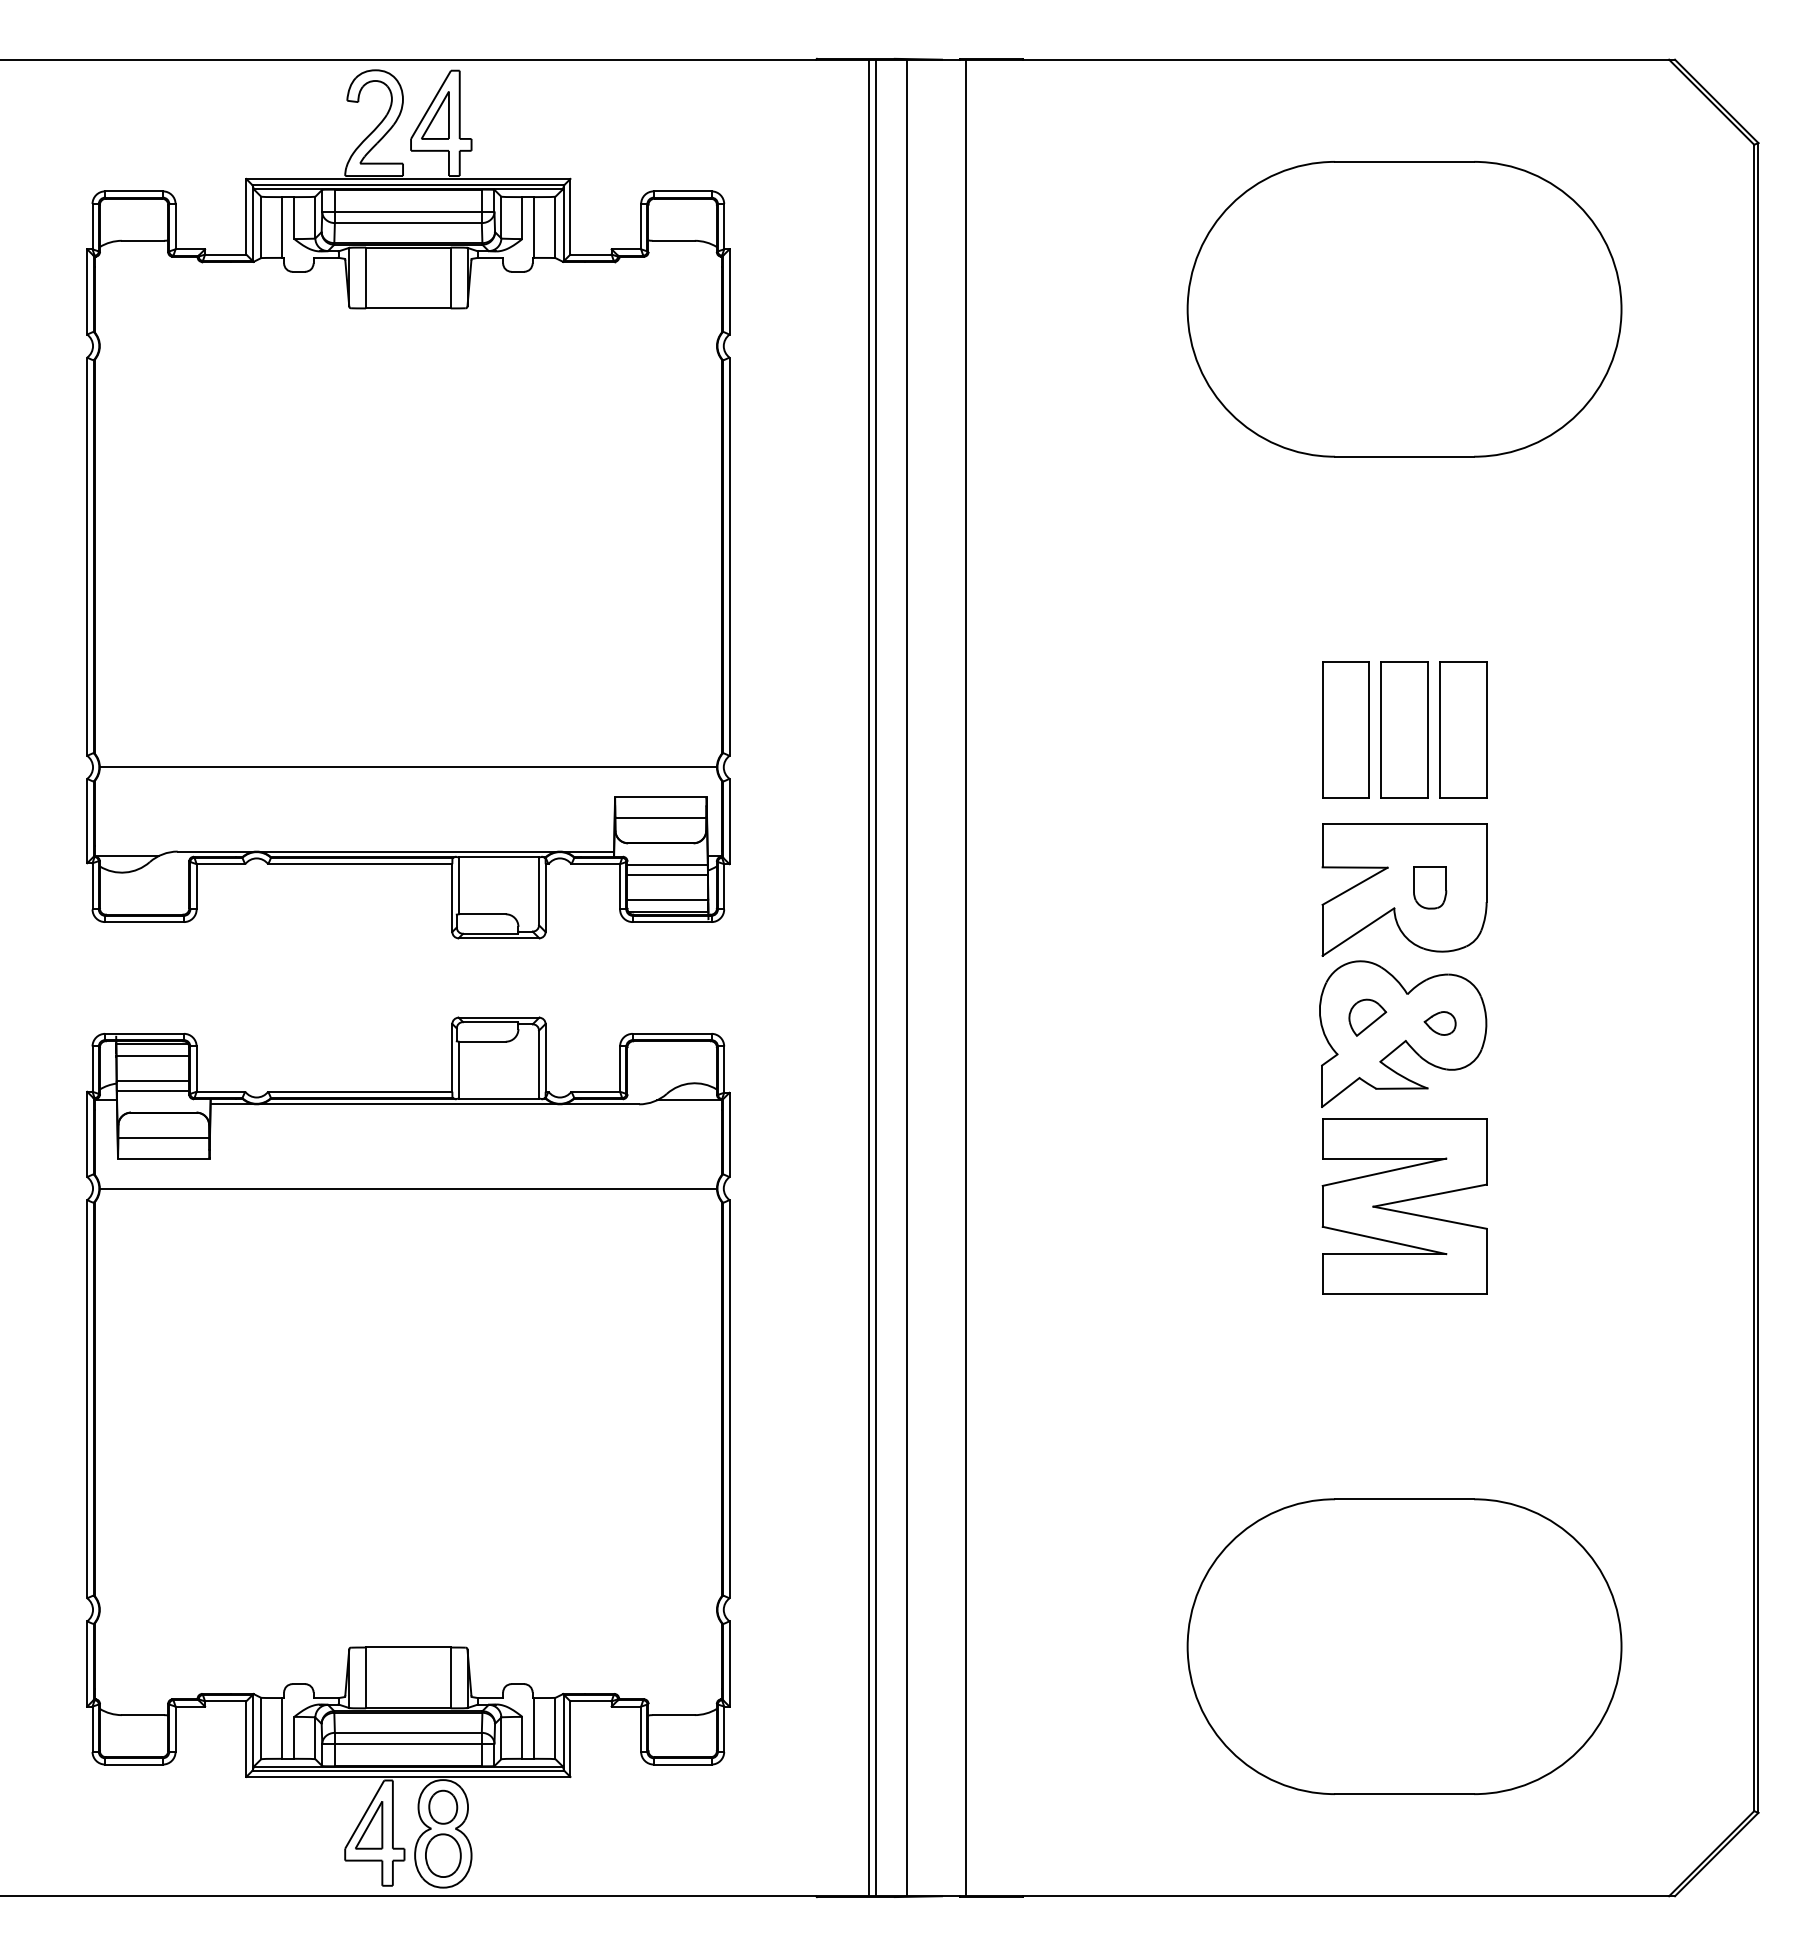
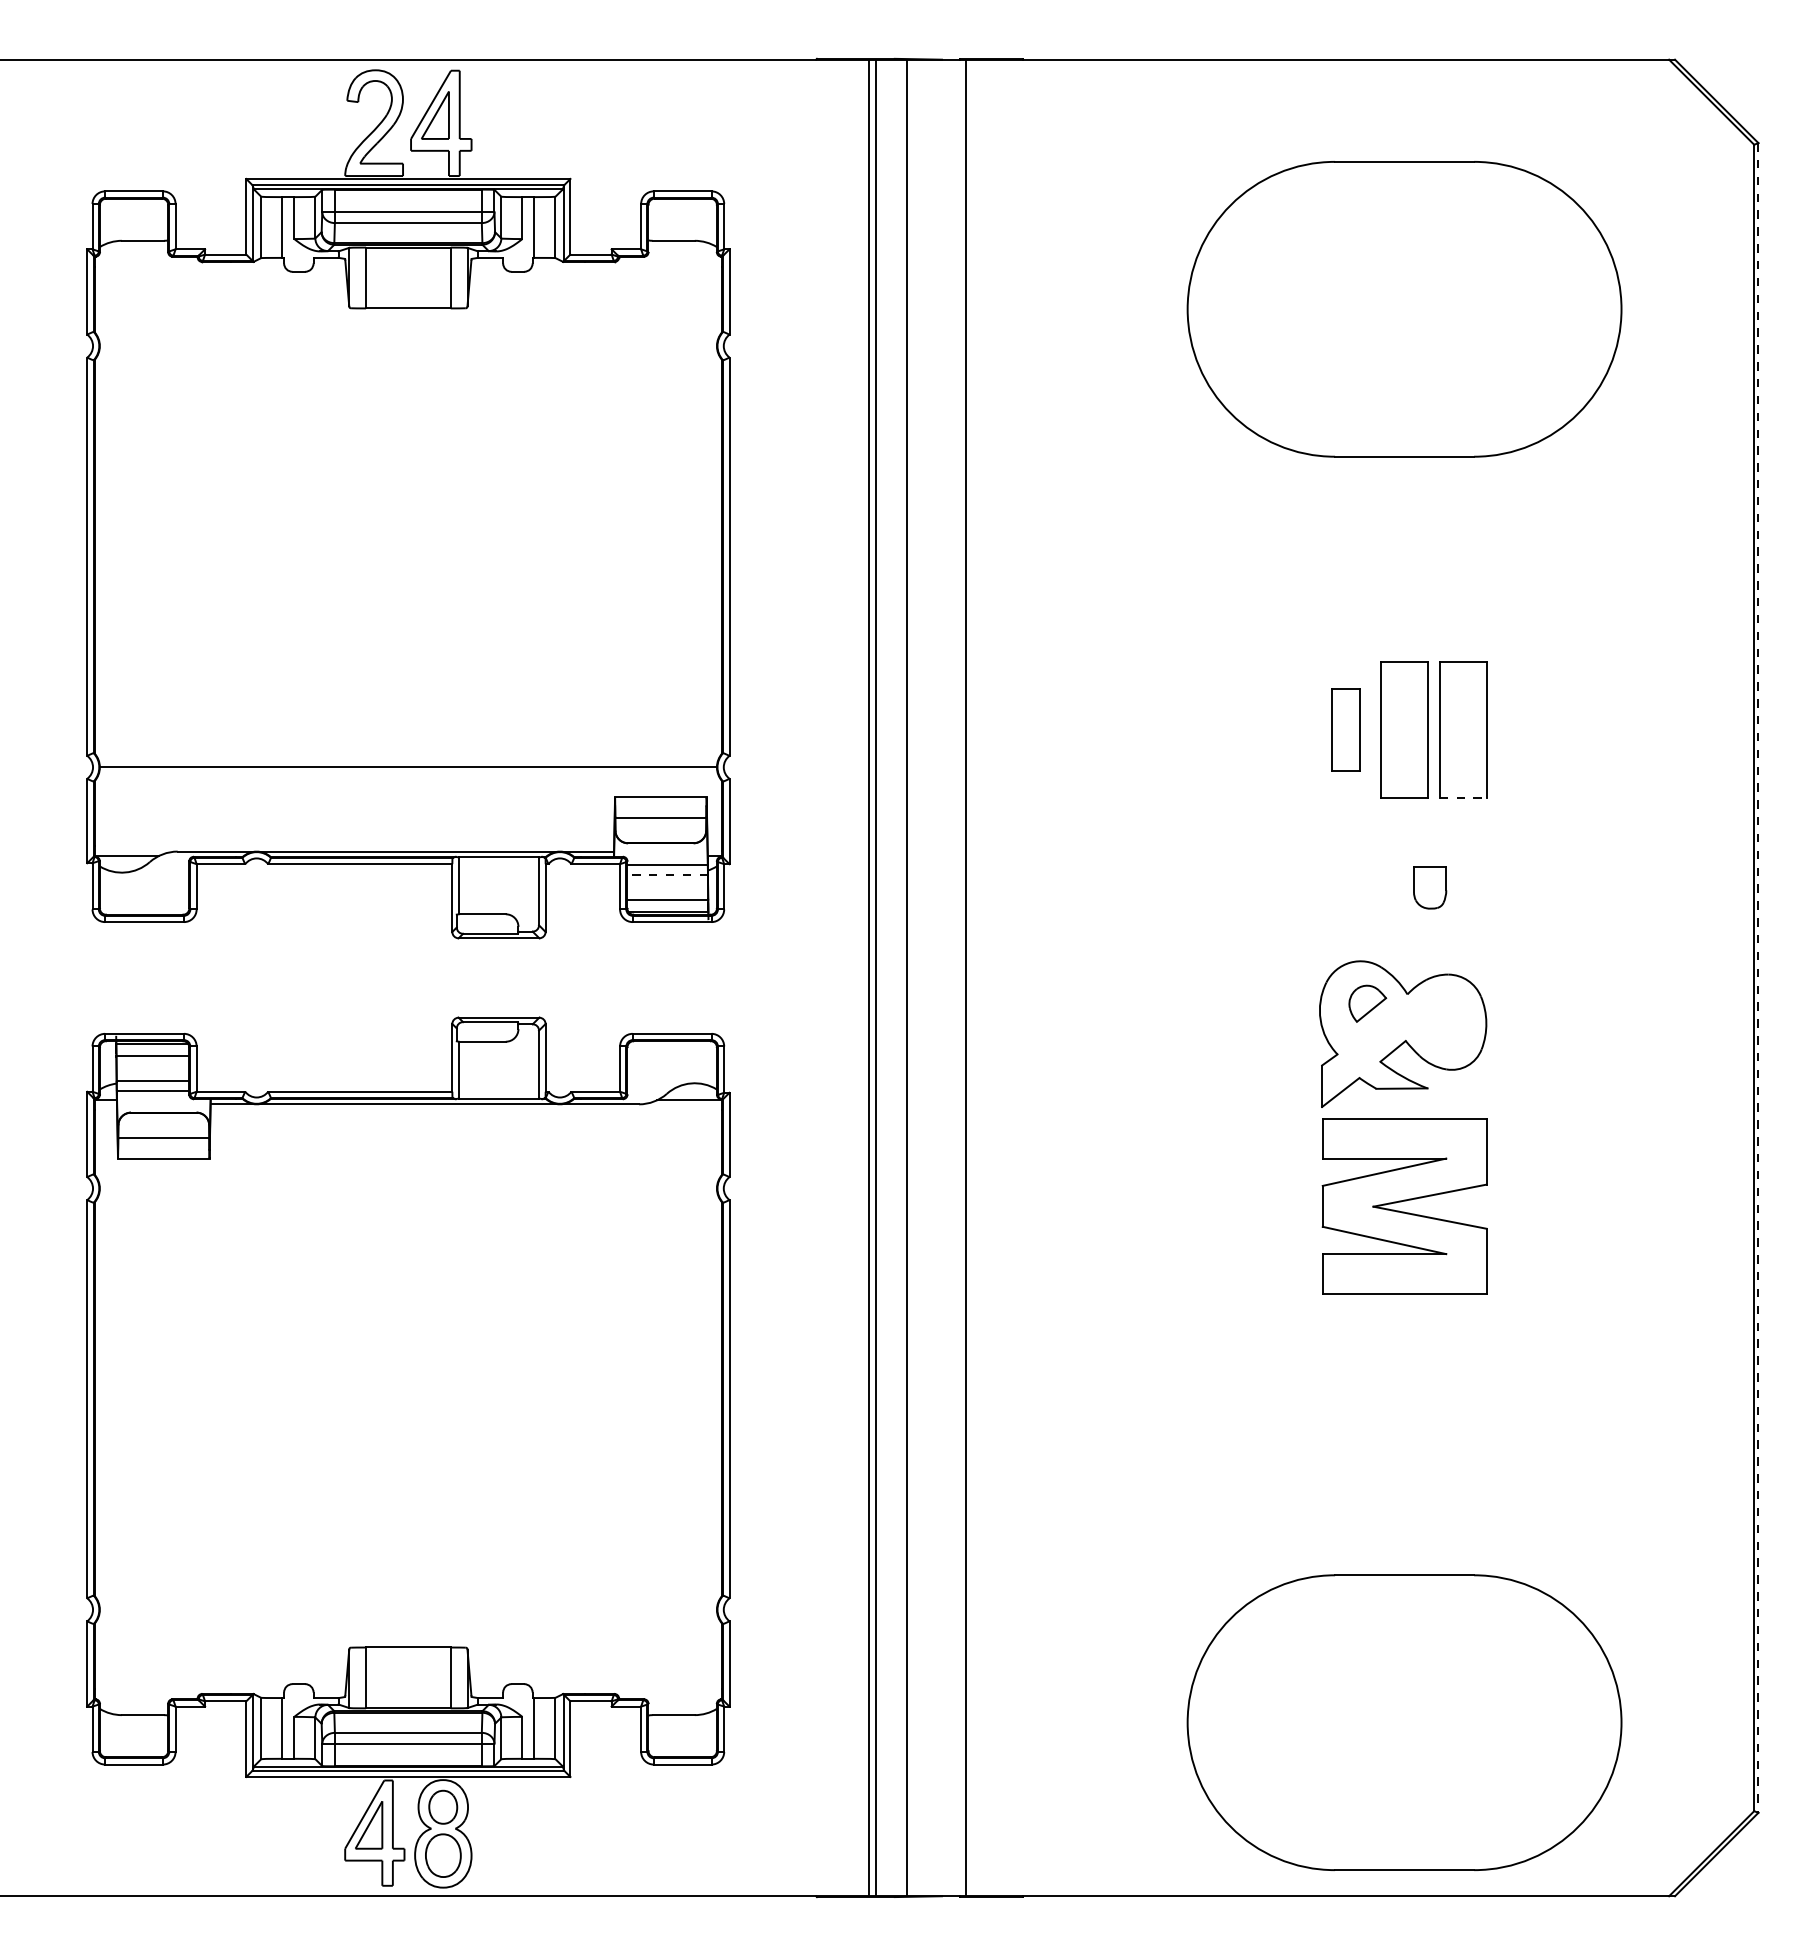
part at (1345, 729) size: 48x138 px -> 30x84 px
line at (1463, 798): solid -> dashed
line at (667, 875): solid -> dashed
part at (1404, 889): present -> none
line at (1758, 977): solid -> dashed
part at (1367, 1017) position: (1367, 1017) -> (1367, 1003)
part at (1439, 1023): present -> none
line at (407, 1188): present -> none
part at (1404, 1646) position: (1404, 1646) -> (1404, 1722)
